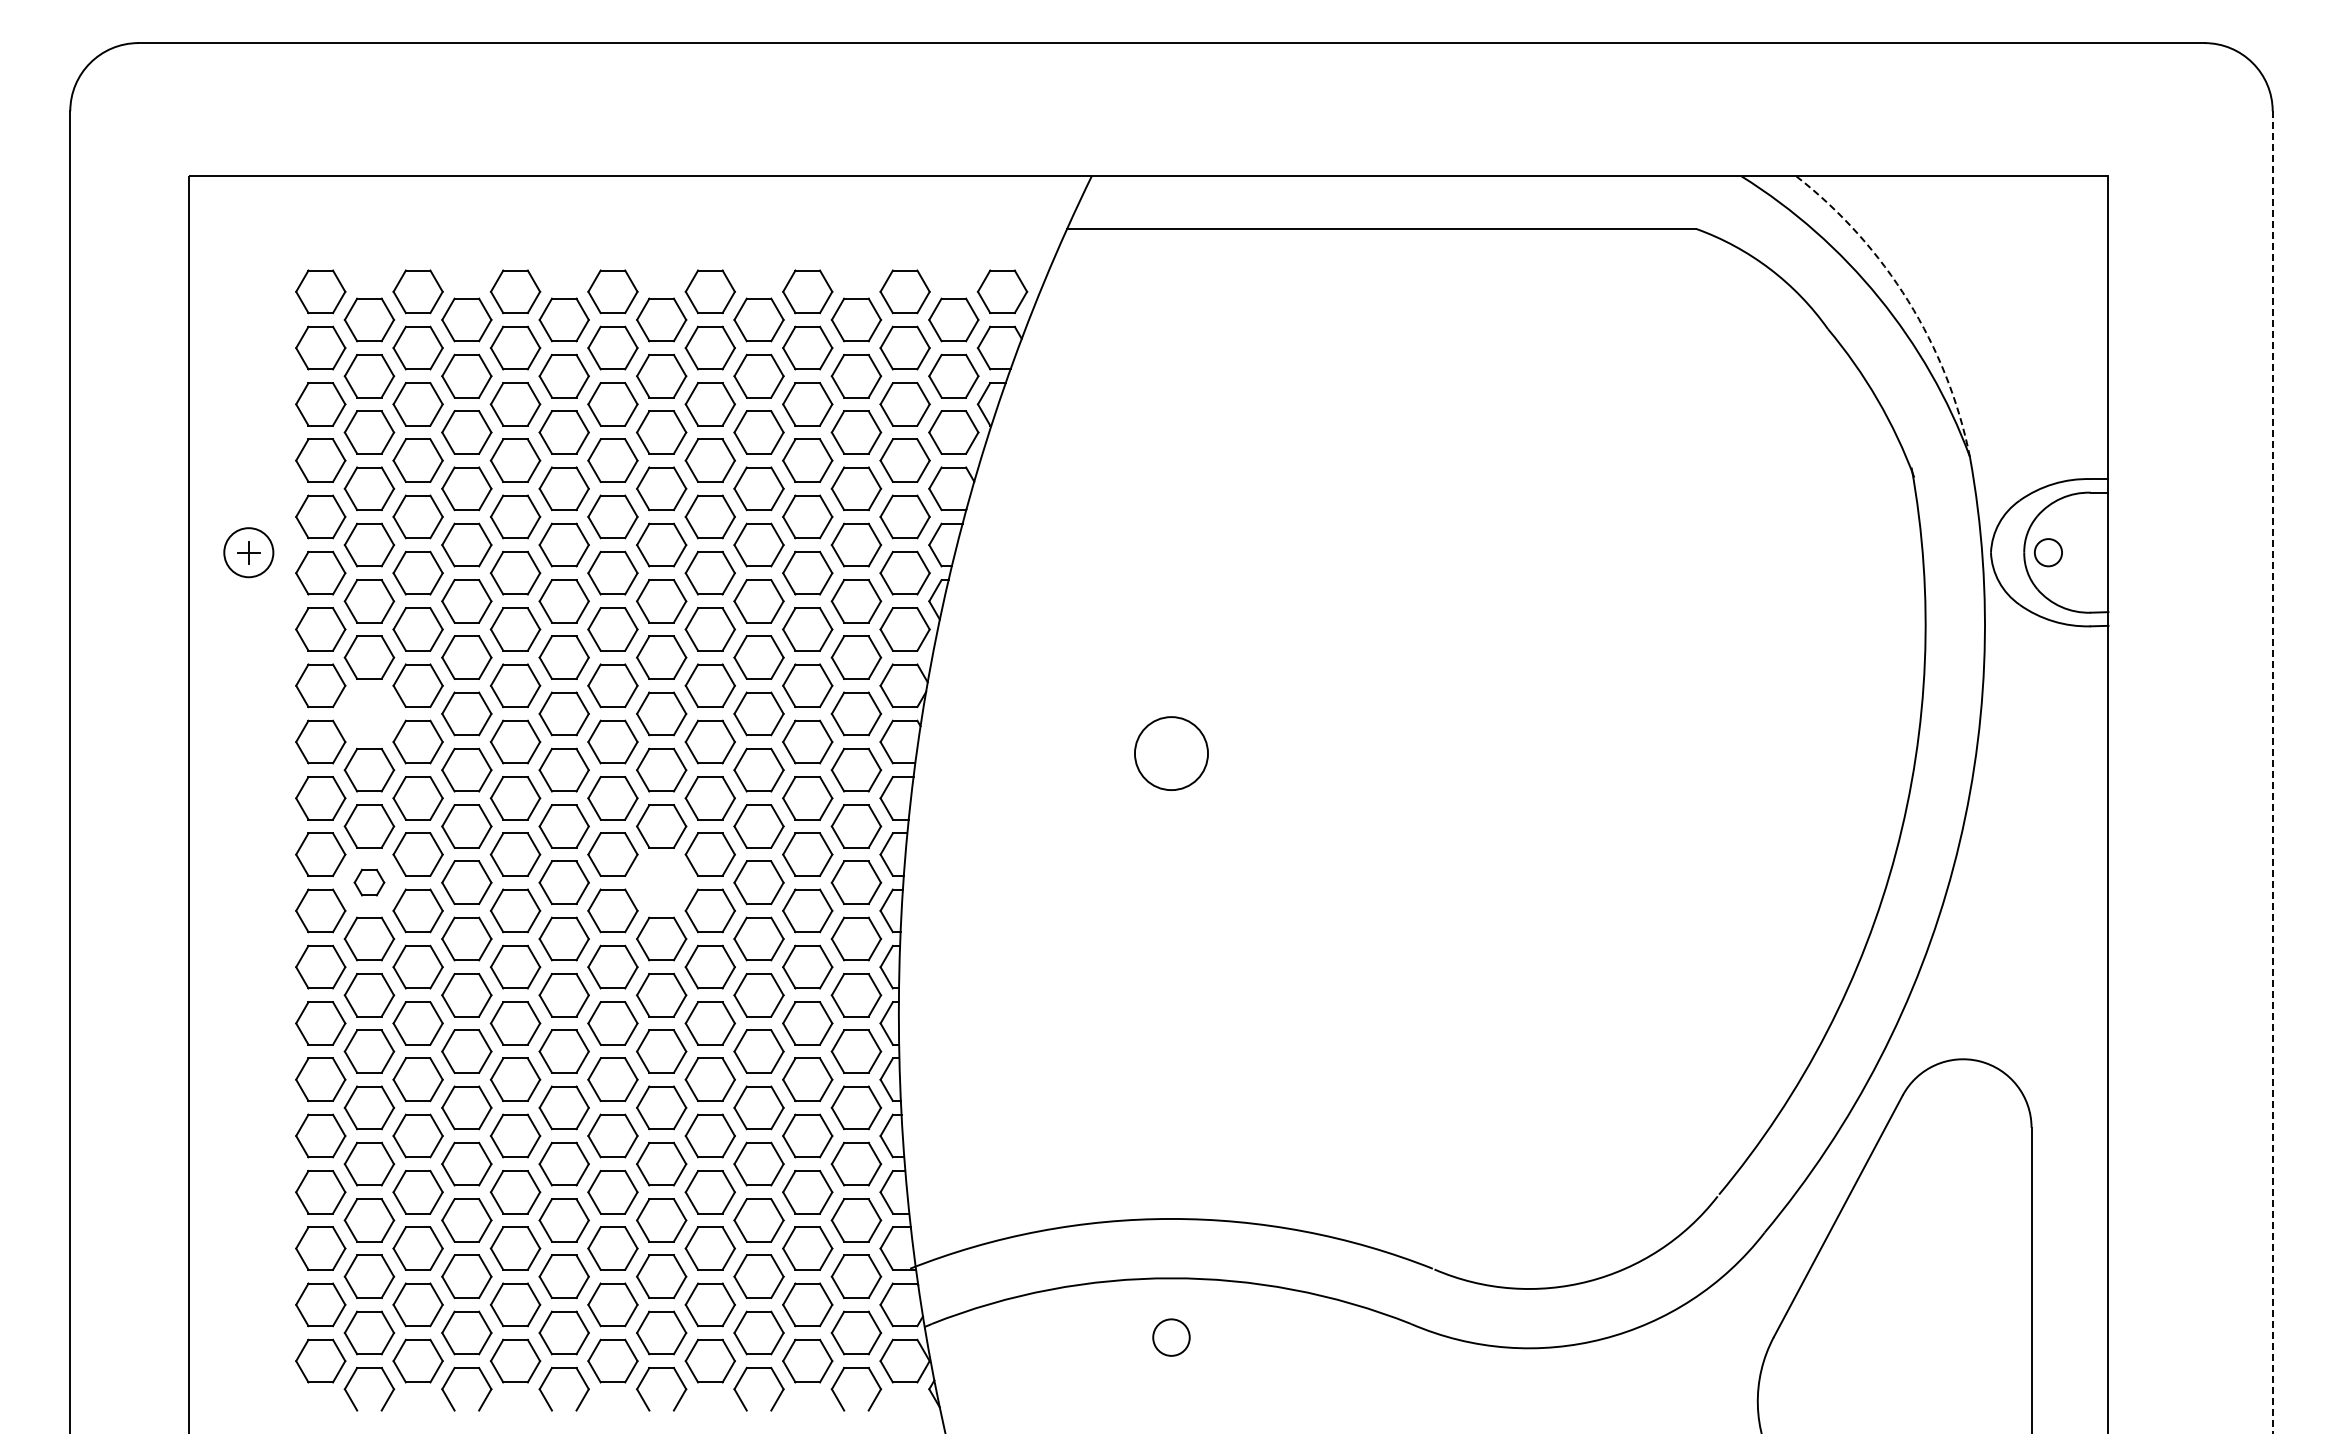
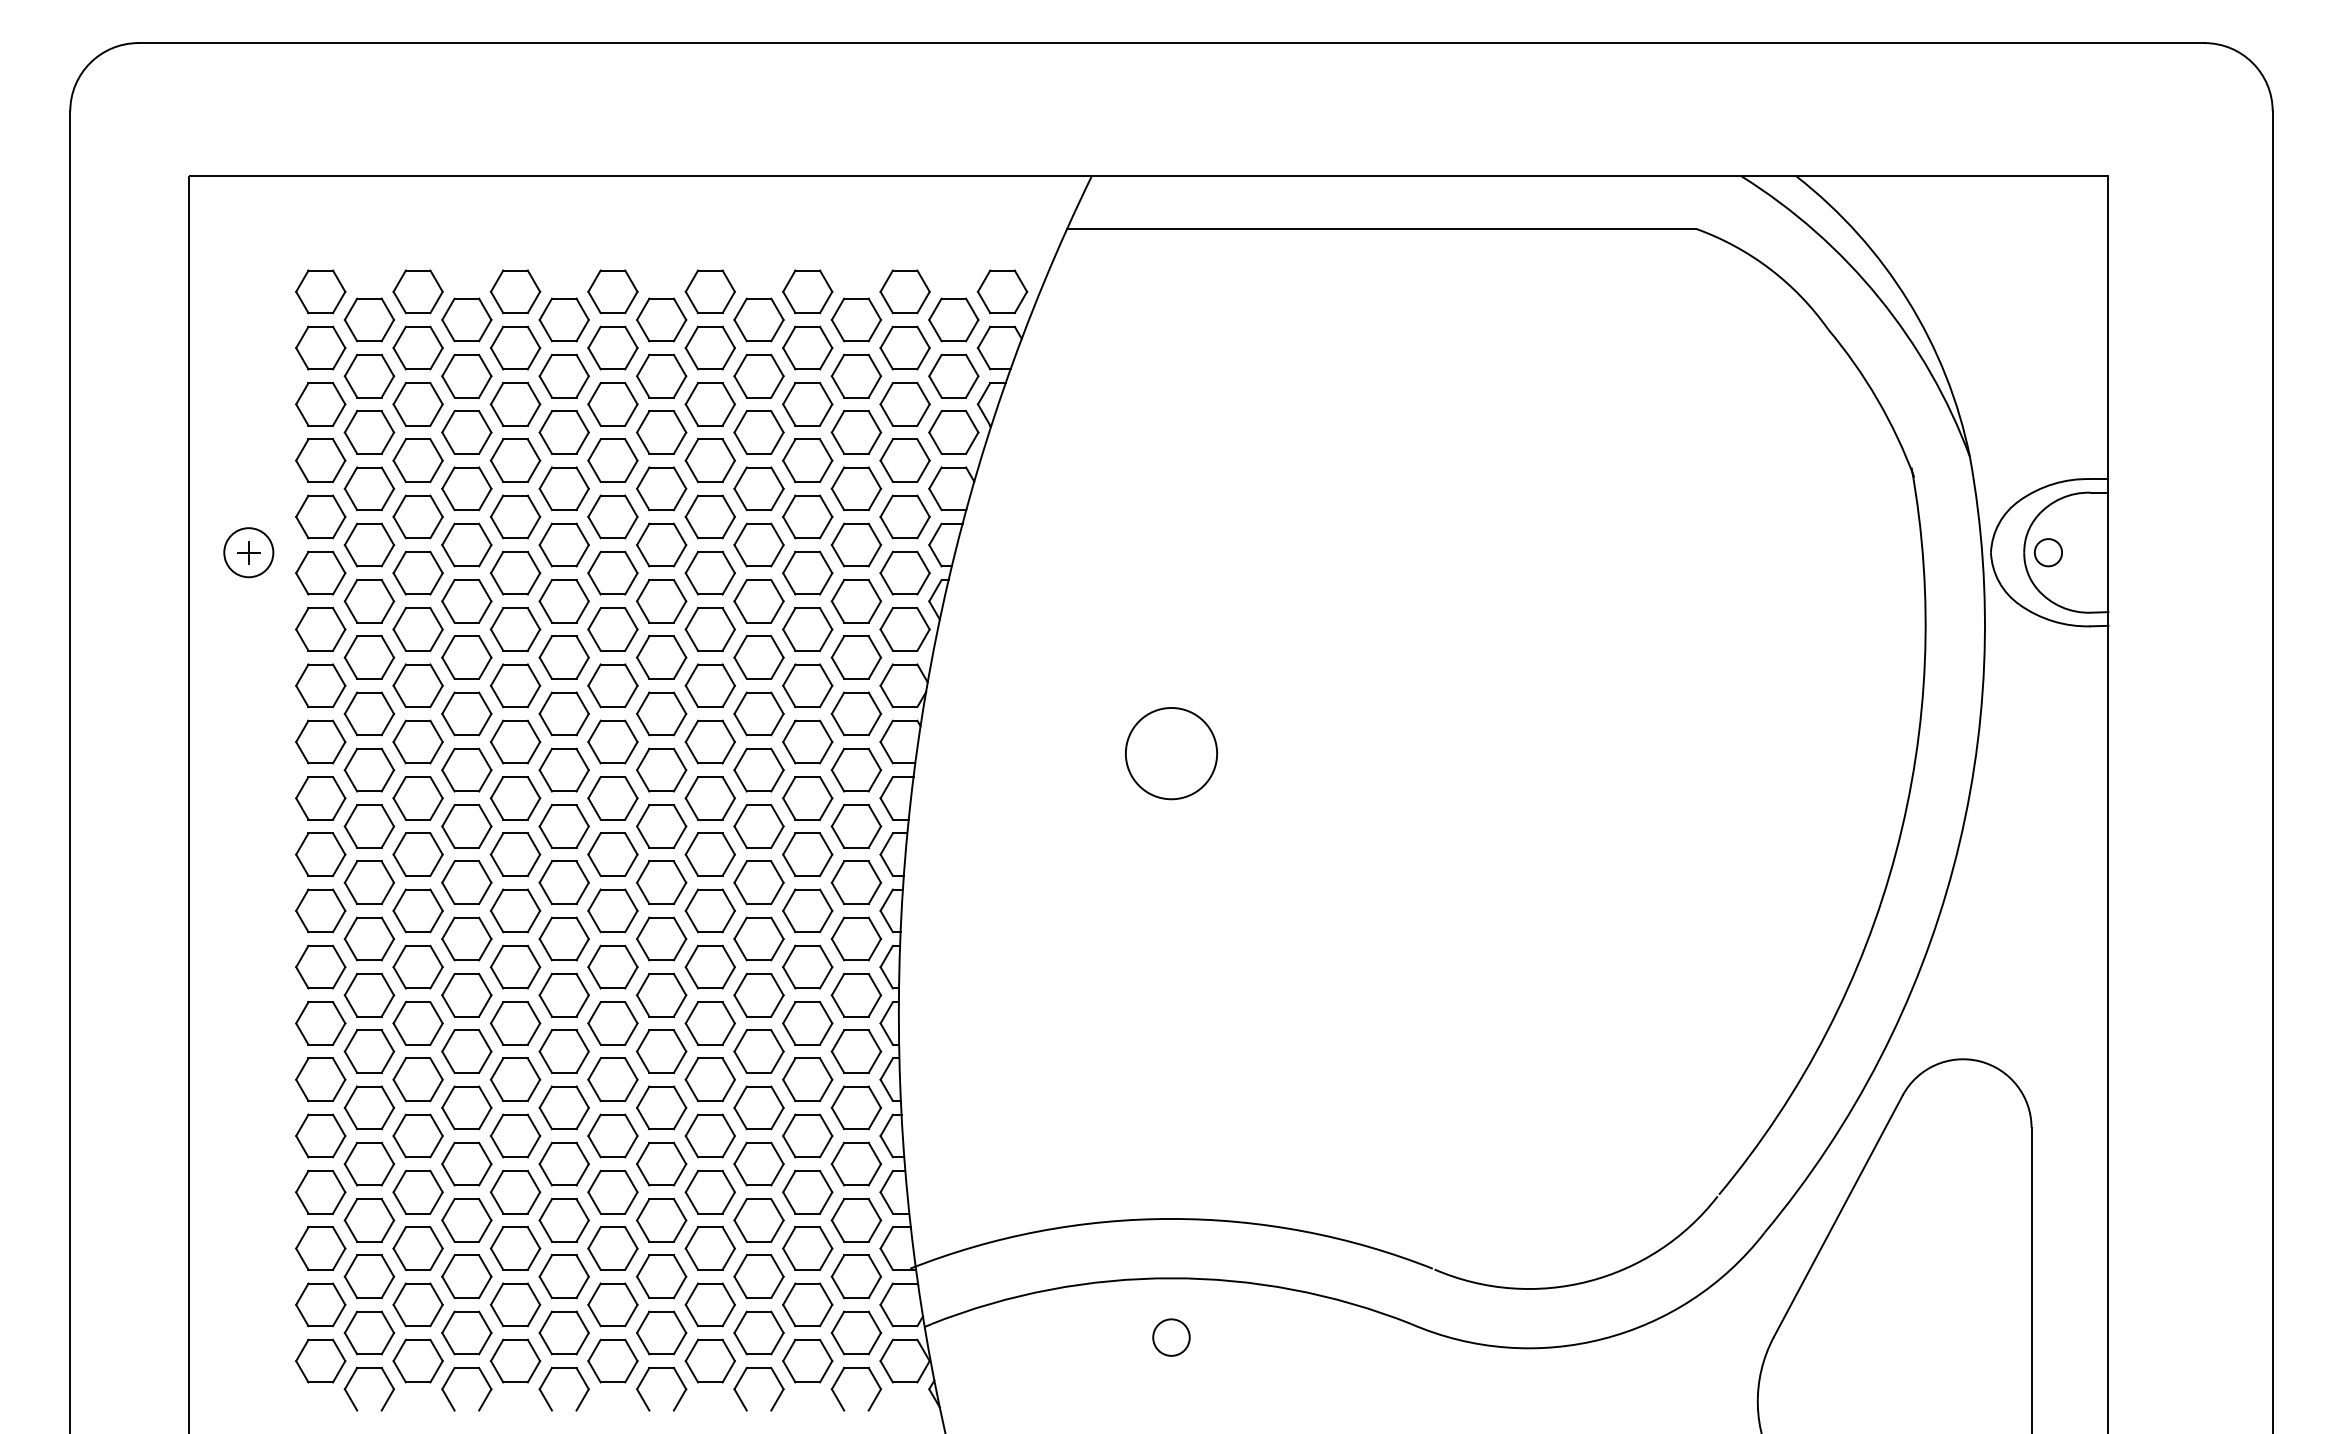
arc at (1908, 301): dashed -> solid
part at (369, 713): none -> present
circle at (1171, 753) diameter: 73 px -> 91 px
line at (2272, 772): dashed -> solid
part at (369, 882) size: 33x29 px -> 53x45 px
part at (661, 882): none -> present
